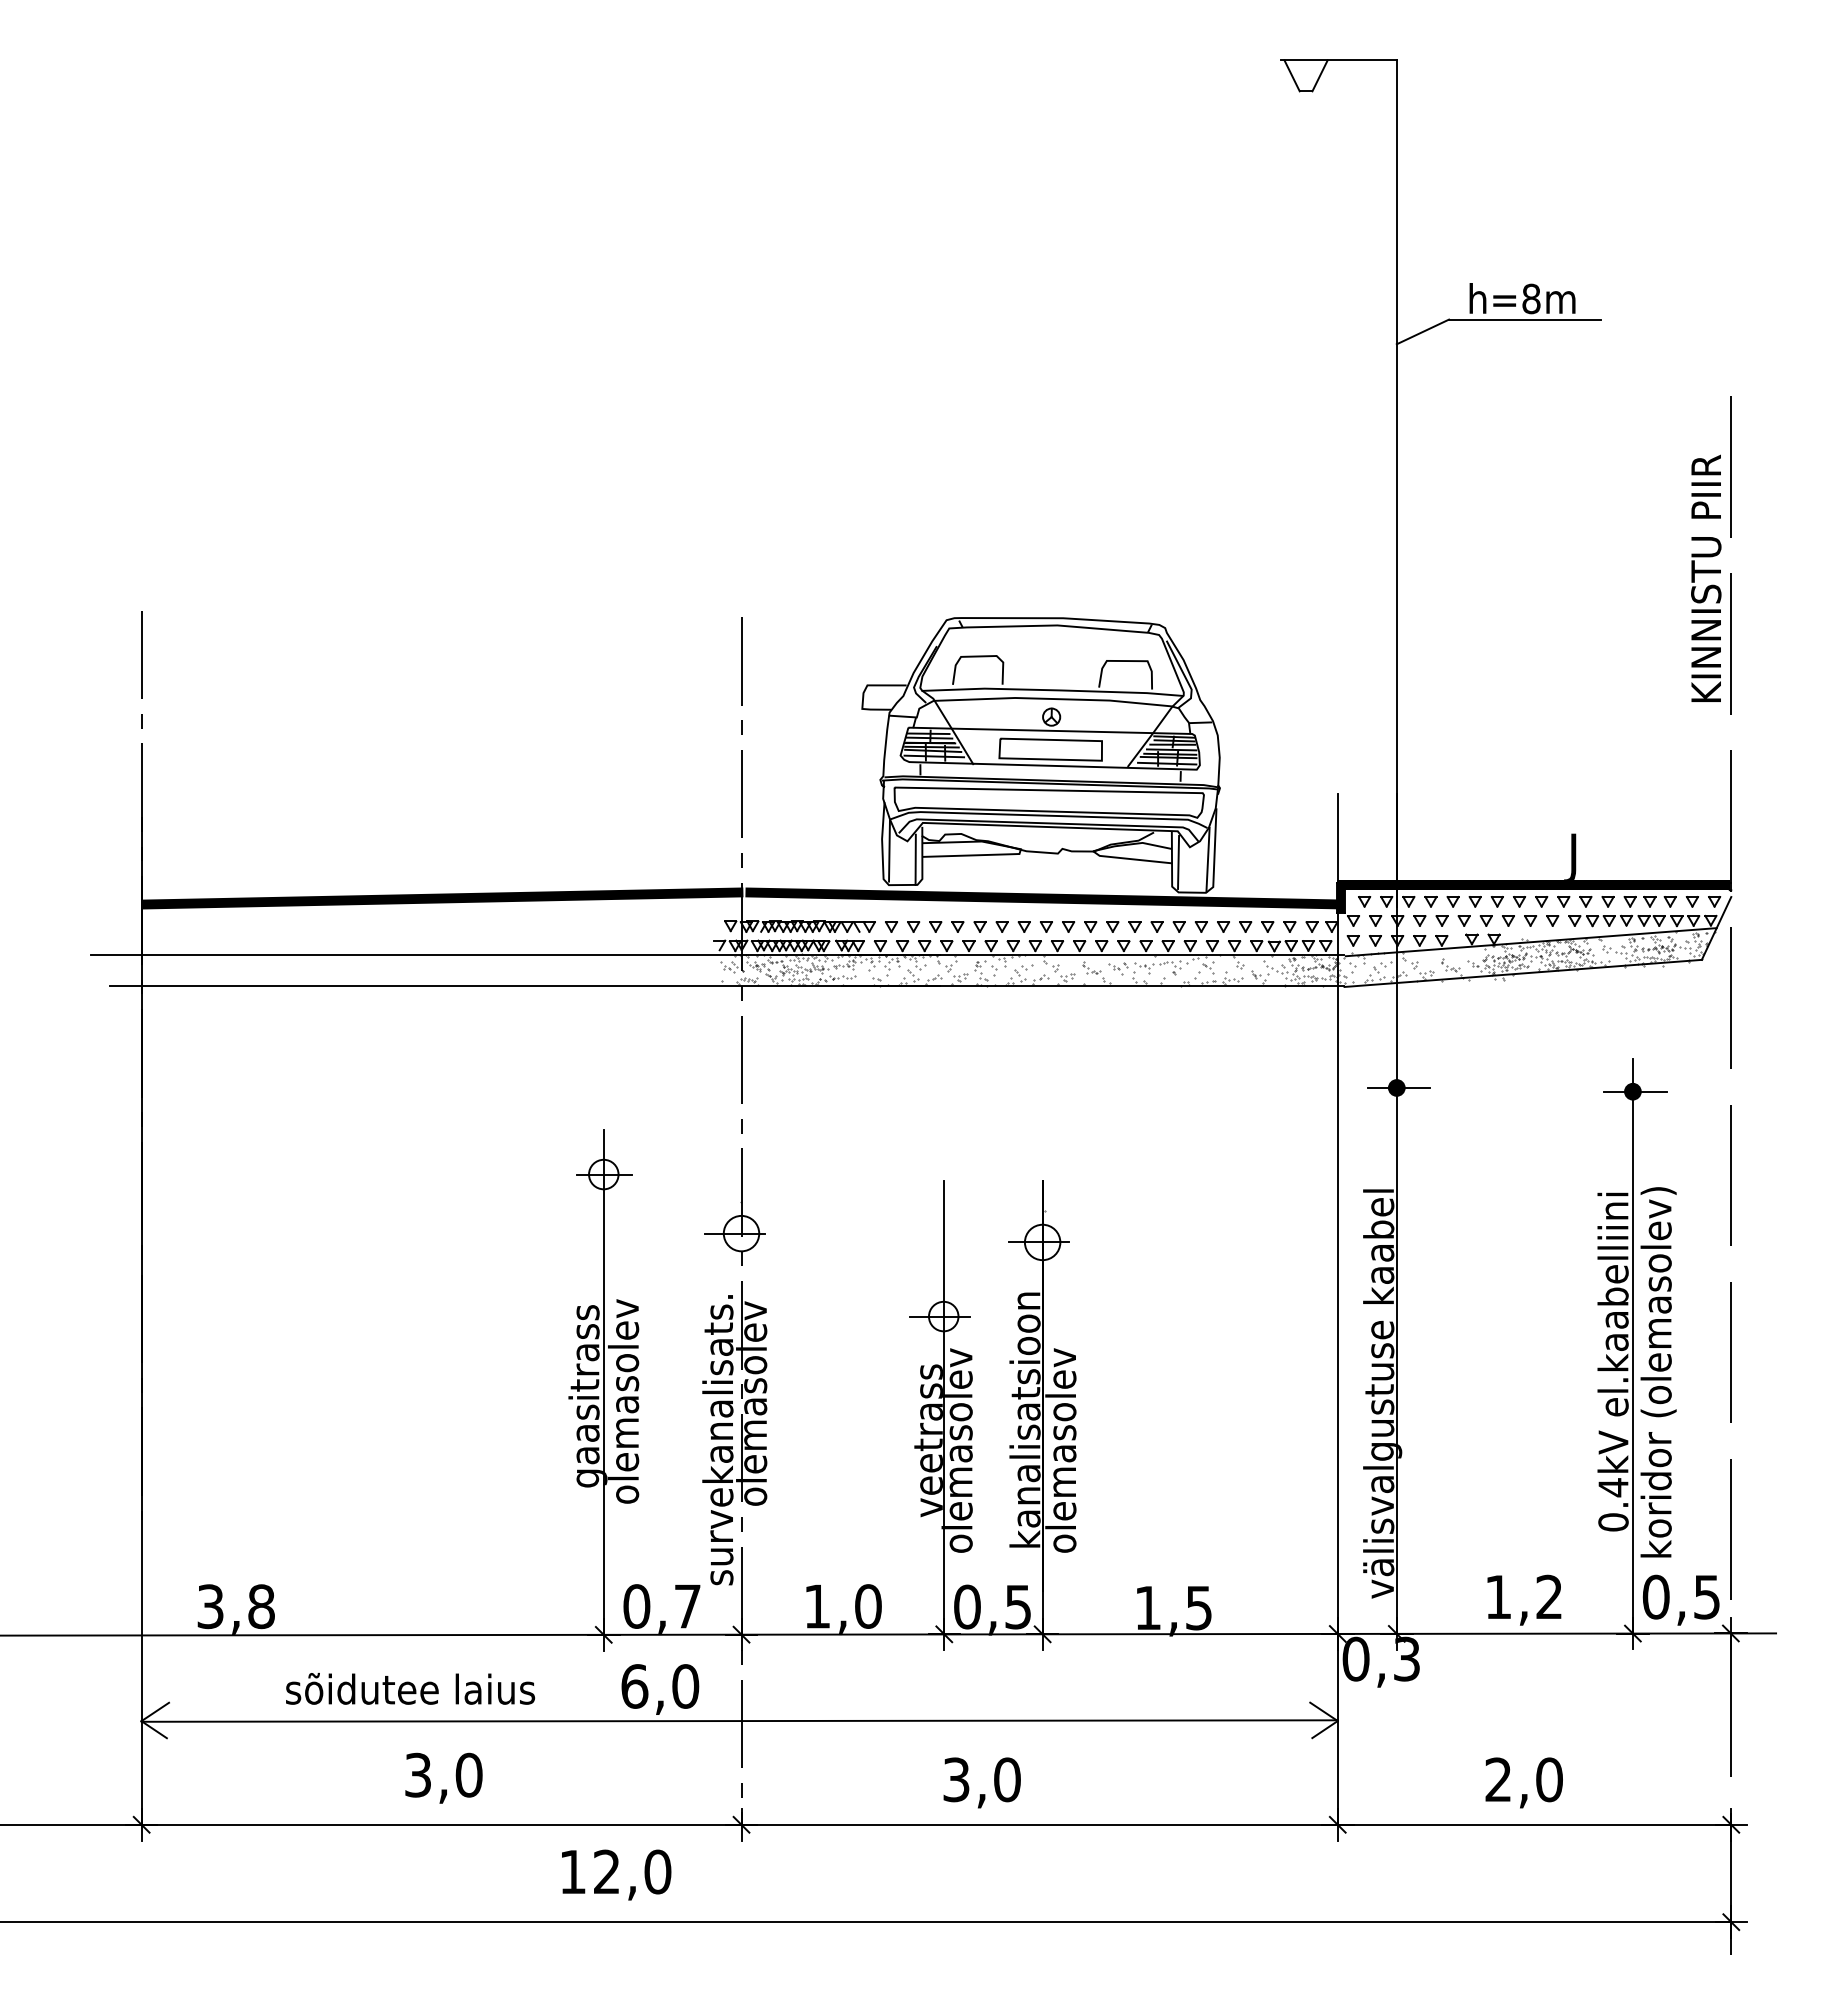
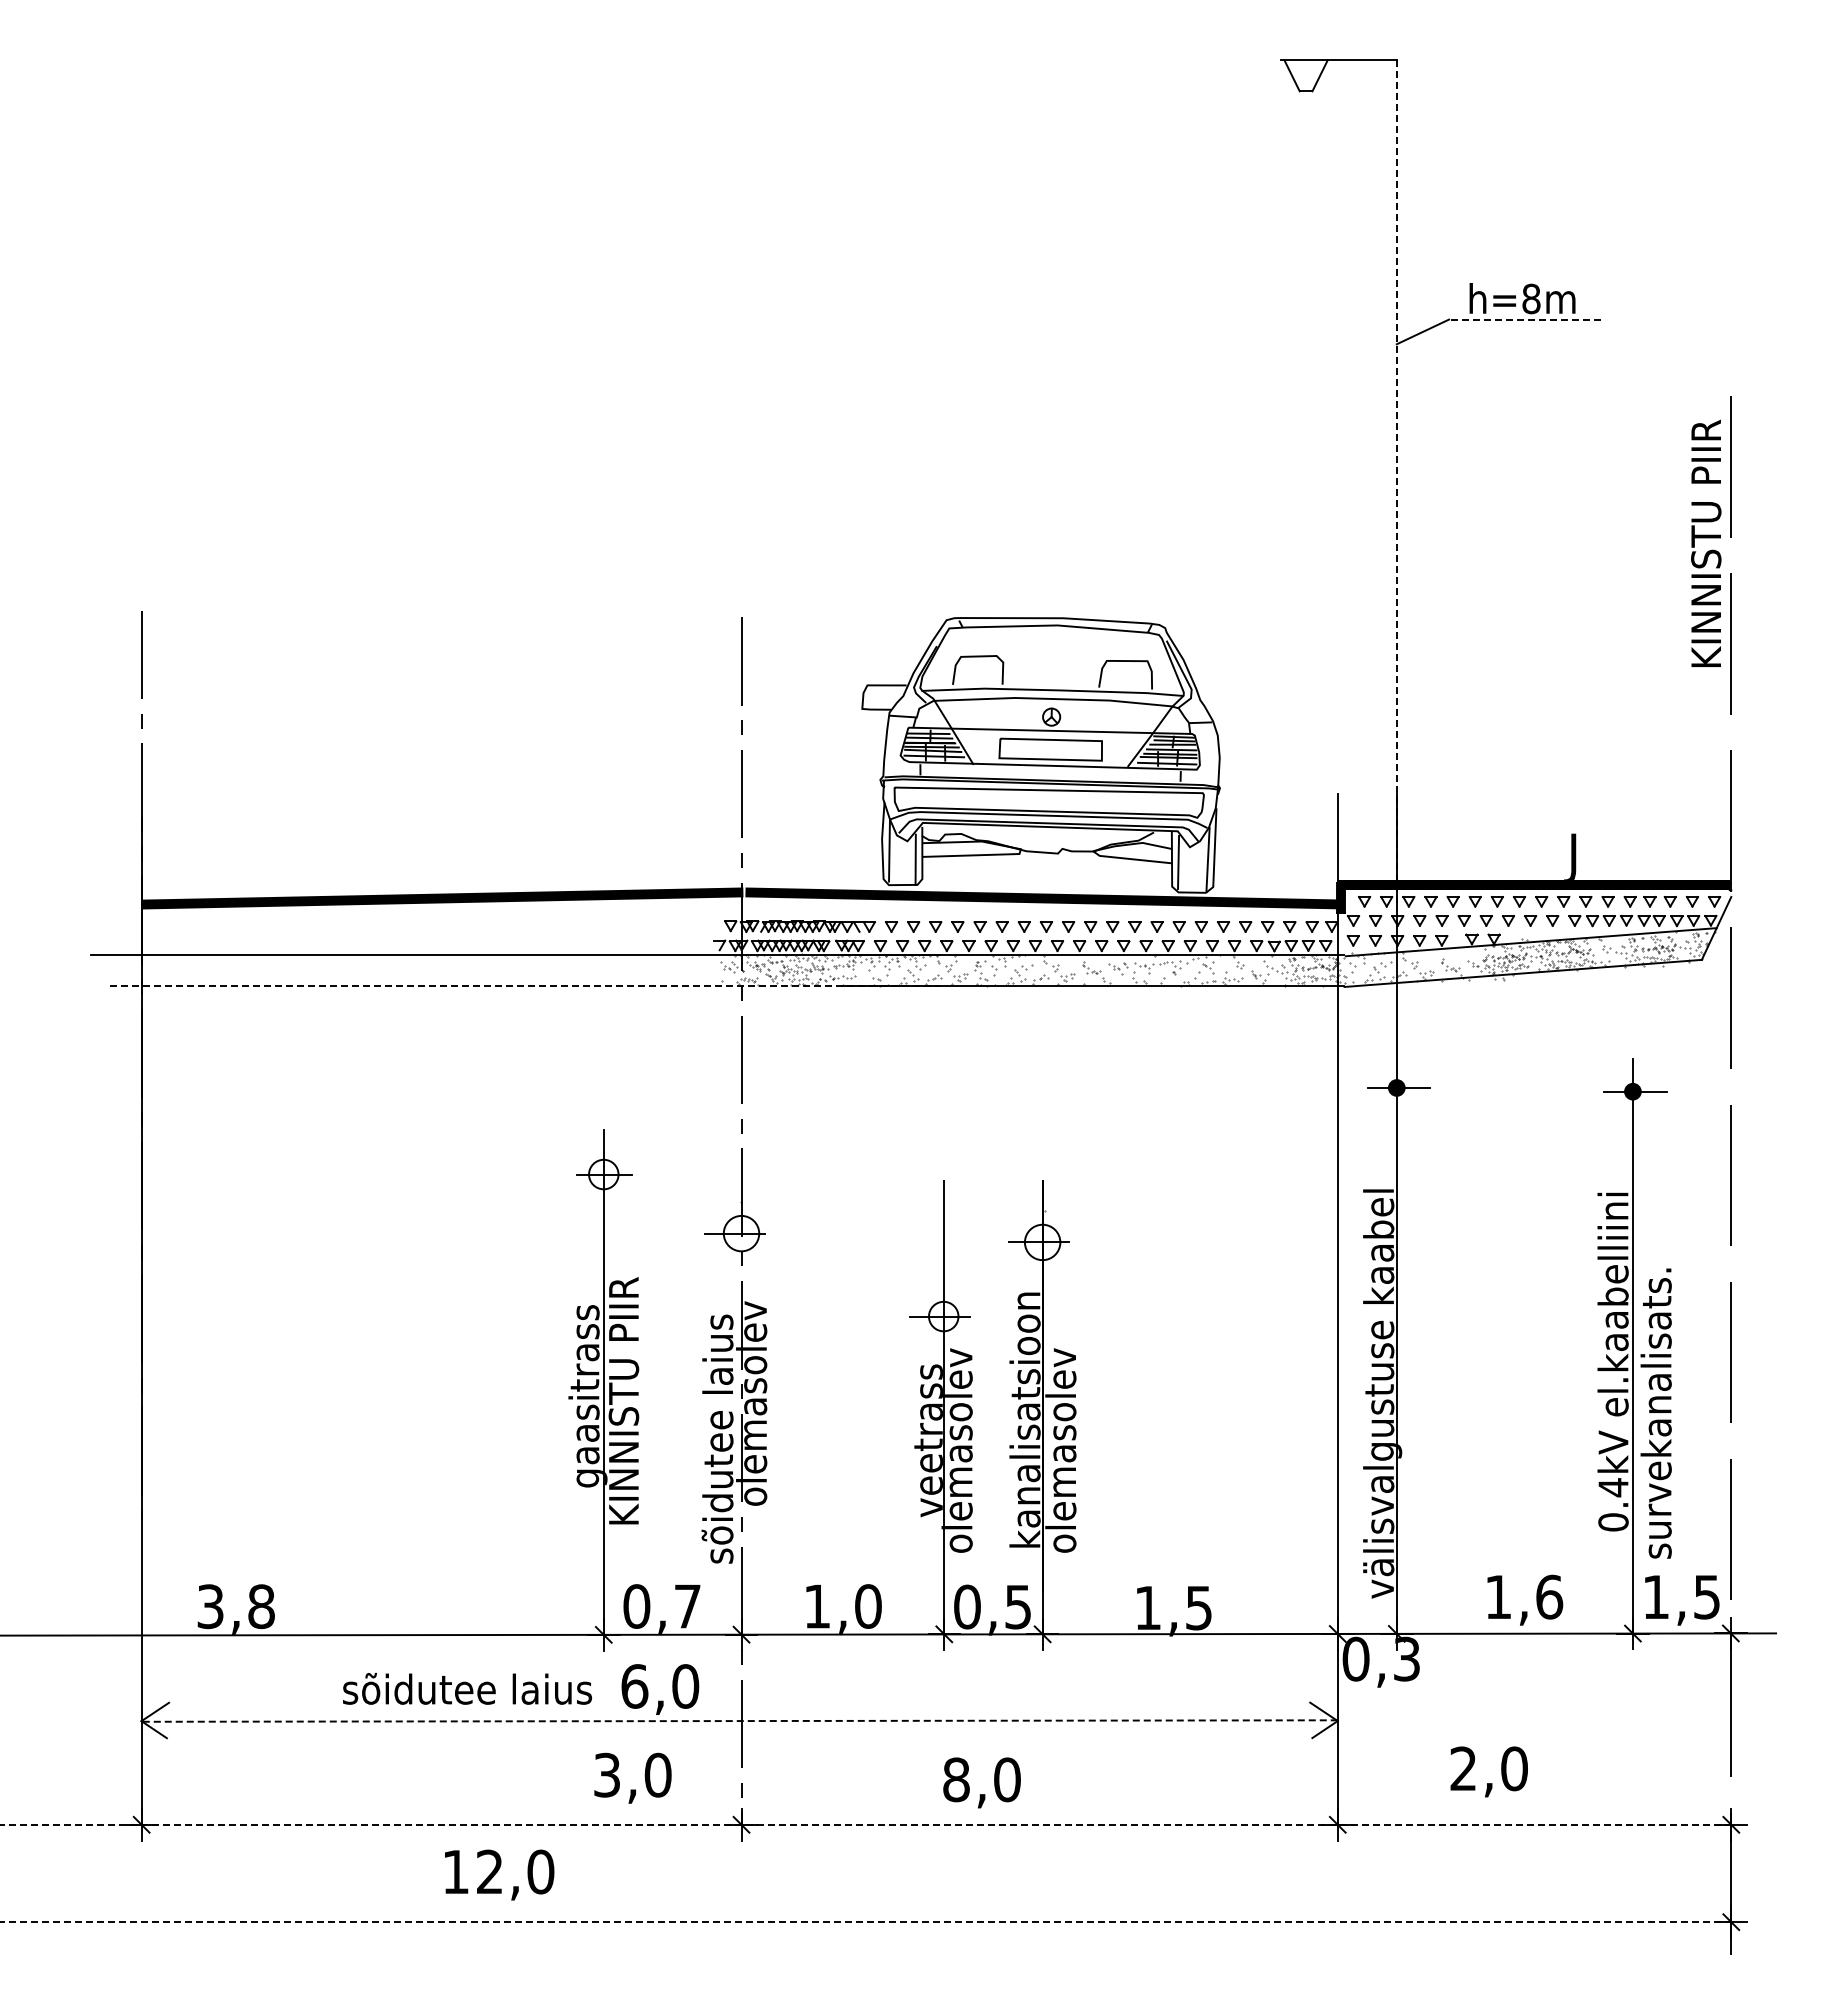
line at (1524, 319): solid -> dashed
line at (1396, 484): solid -> dashed
text at (1706, 577) position: (1706, 577) -> (1706, 542)
line at (525, 986): solid -> dashed
text at (1658, 1372): koridor (olemasolev) -> survekanalisats.
text at (623, 1400): olemasolev -> KINNISTU PIIR
text at (717, 1440): survekanalisats. -> sõidutee laius
text at (1549, 1596): 1,2 -> 1,6
text at (1655, 1596): 0,5 -> 1,5
text at (410, 1688) position: (410, 1688) -> (467, 1688)
line at (739, 1721): solid -> dashed
text at (443, 1777) position: (443, 1777) -> (632, 1777)
text at (956, 1779): 3,0 -> 8,0
text at (1523, 1782) position: (1523, 1782) -> (1488, 1771)
line at (866, 1824): solid -> dashed
text at (616, 1874) position: (616, 1874) -> (499, 1874)
line at (866, 1922): solid -> dashed
